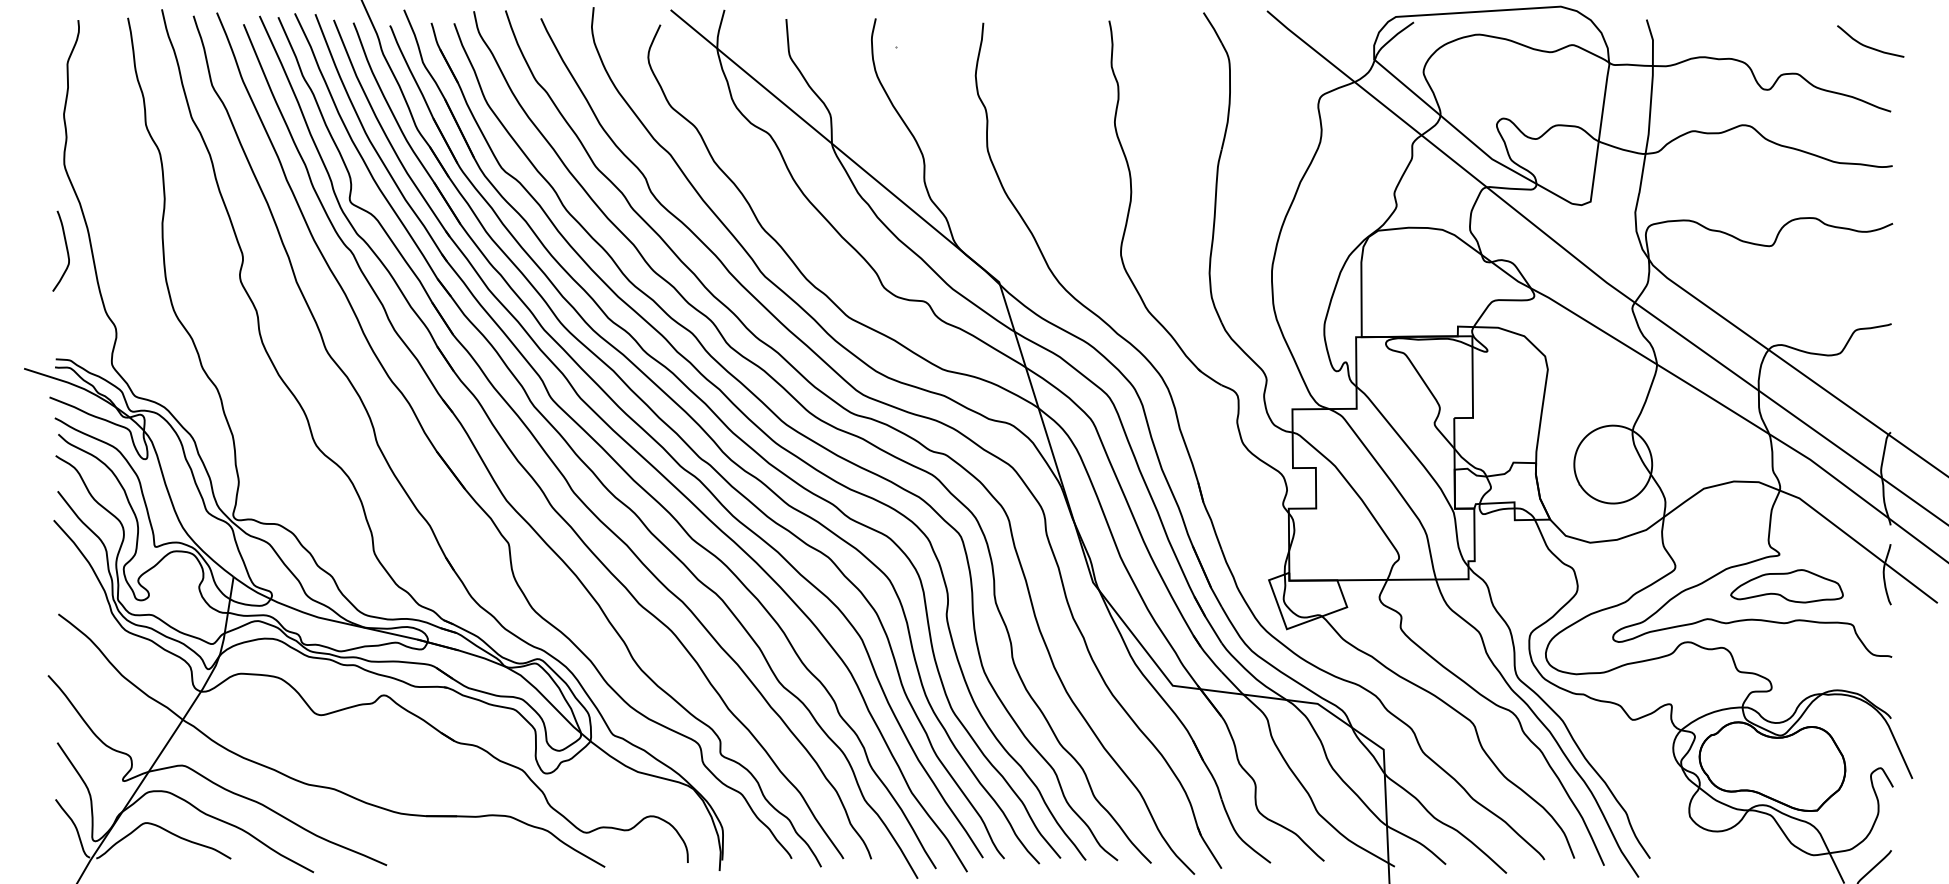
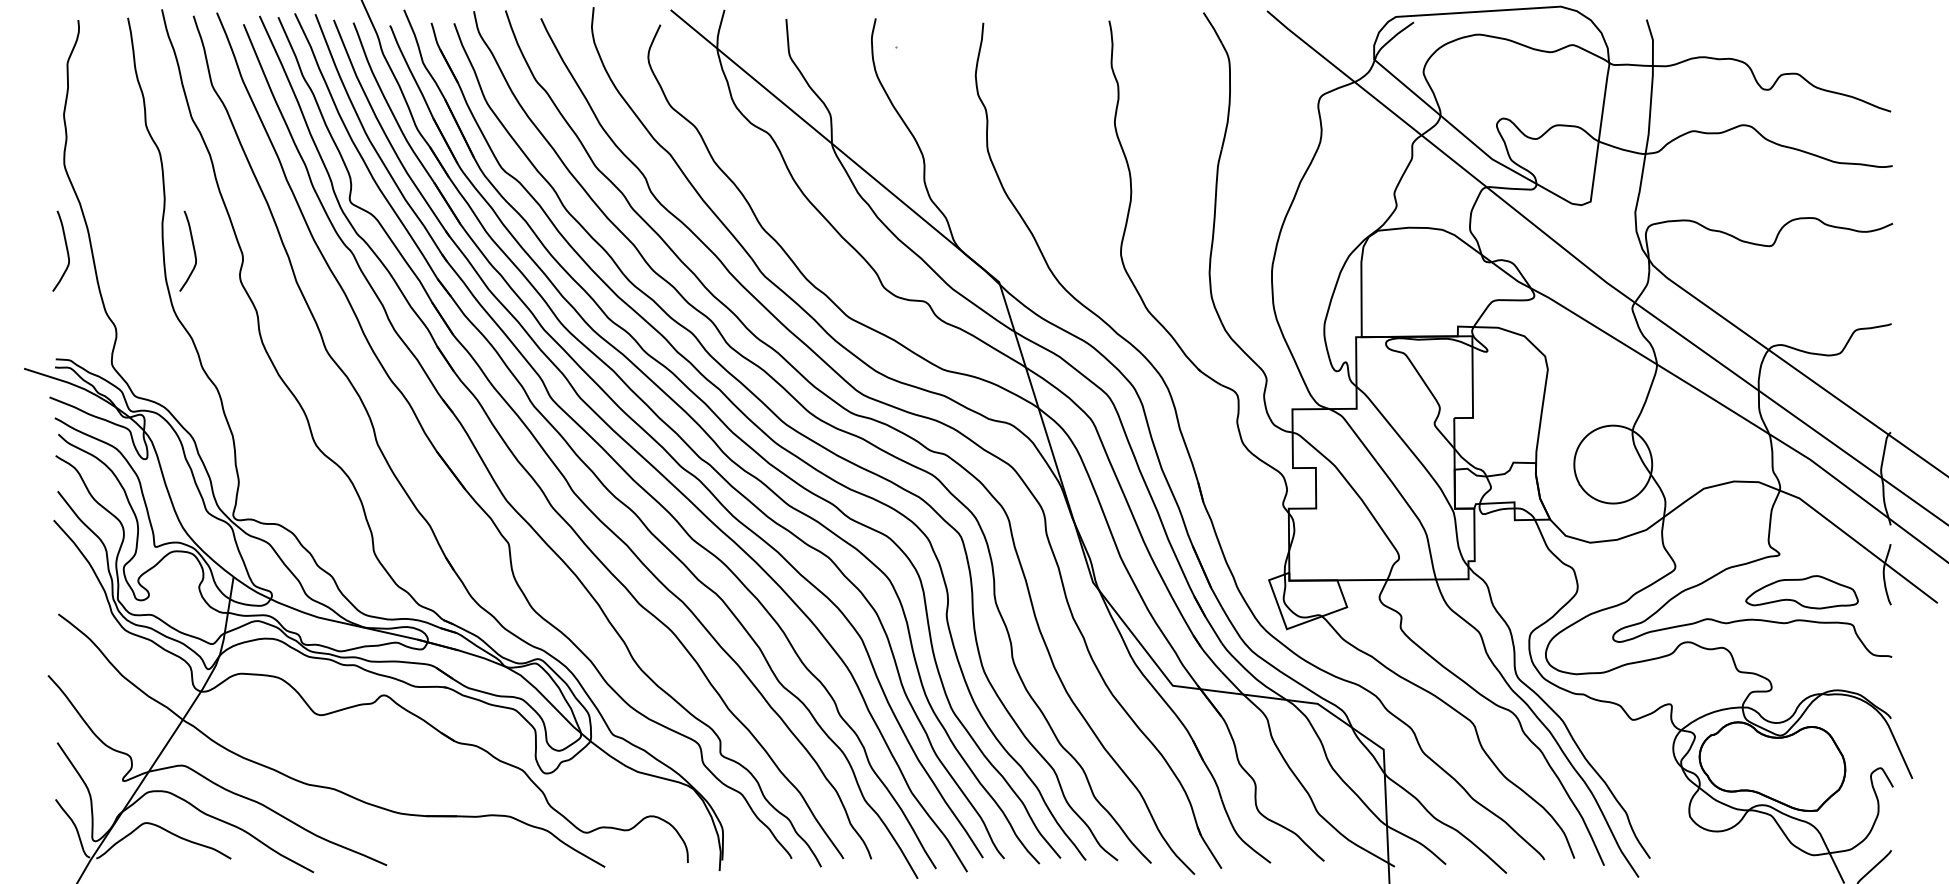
curve at (1867, 45): present -> none
curve at (193, 250): none -> present
part at (1786, 586) position: (1786, 586) -> (1801, 592)
